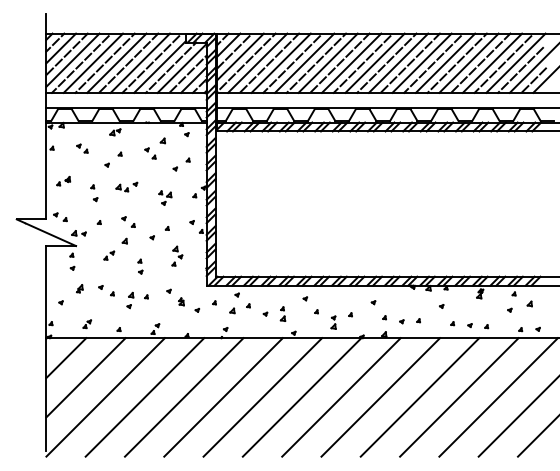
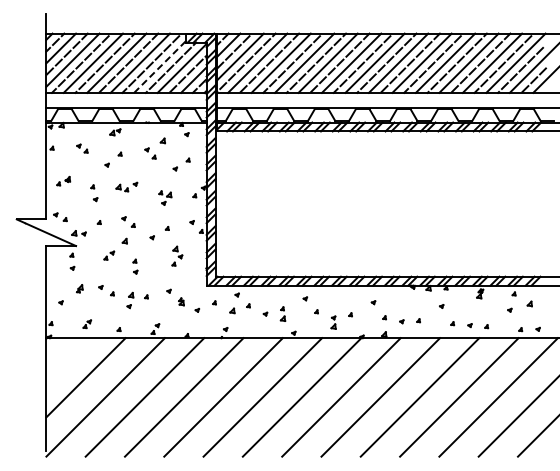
line at (160, 67): solid -> dashed
part at (140, 266) position: (140, 266) -> (135, 266)
line at (66, 358): present -> none
